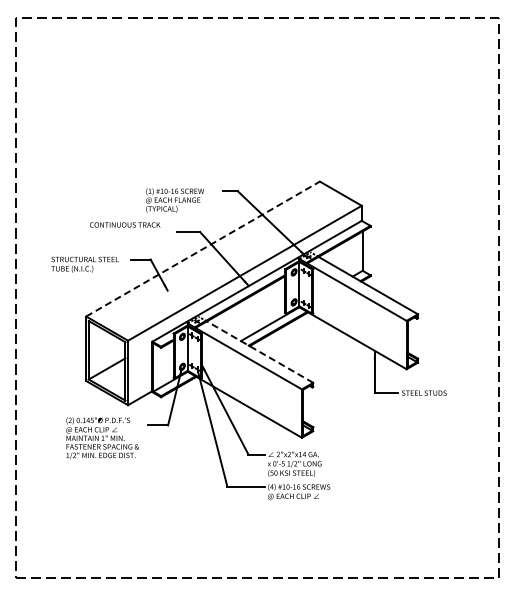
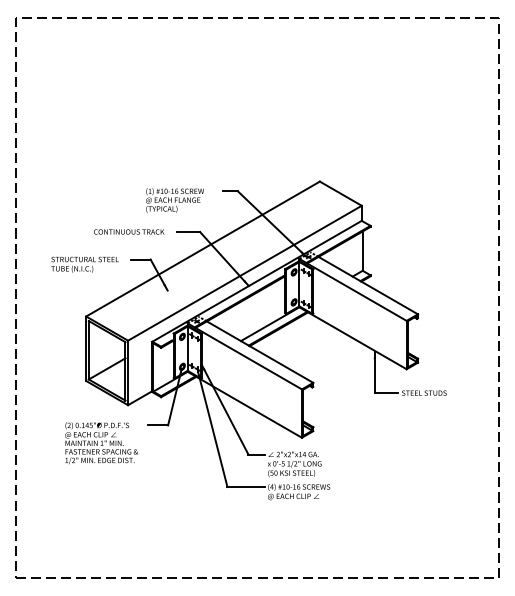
text at (125, 224) position: (125, 224) -> (129, 231)
line at (203, 249): dashed -> solid
line at (259, 351): dashed -> solid
text at (102, 438) position: (102, 438) -> (101, 443)
